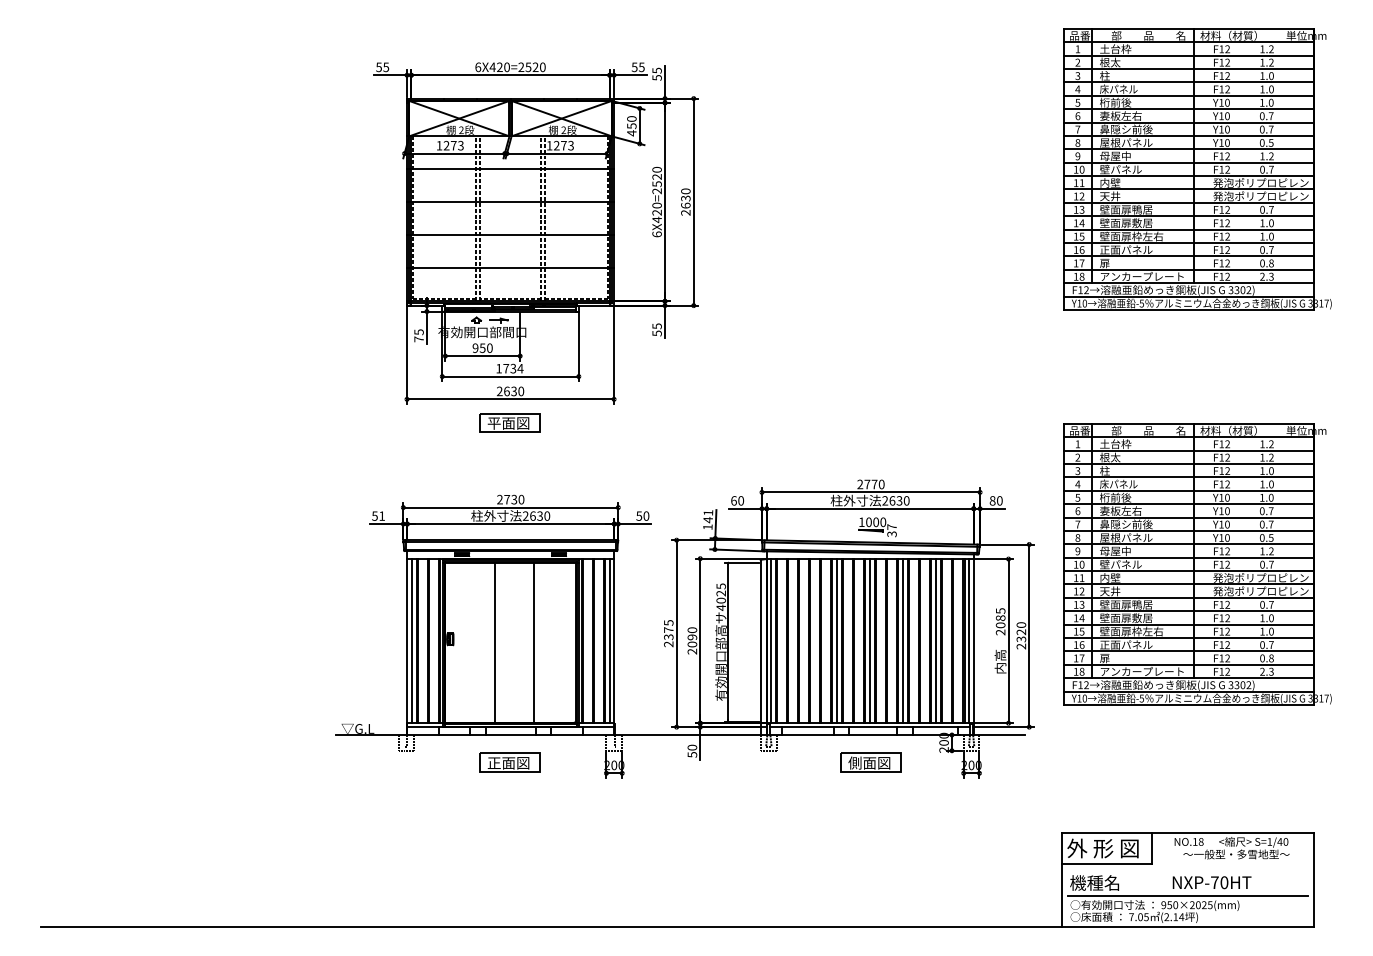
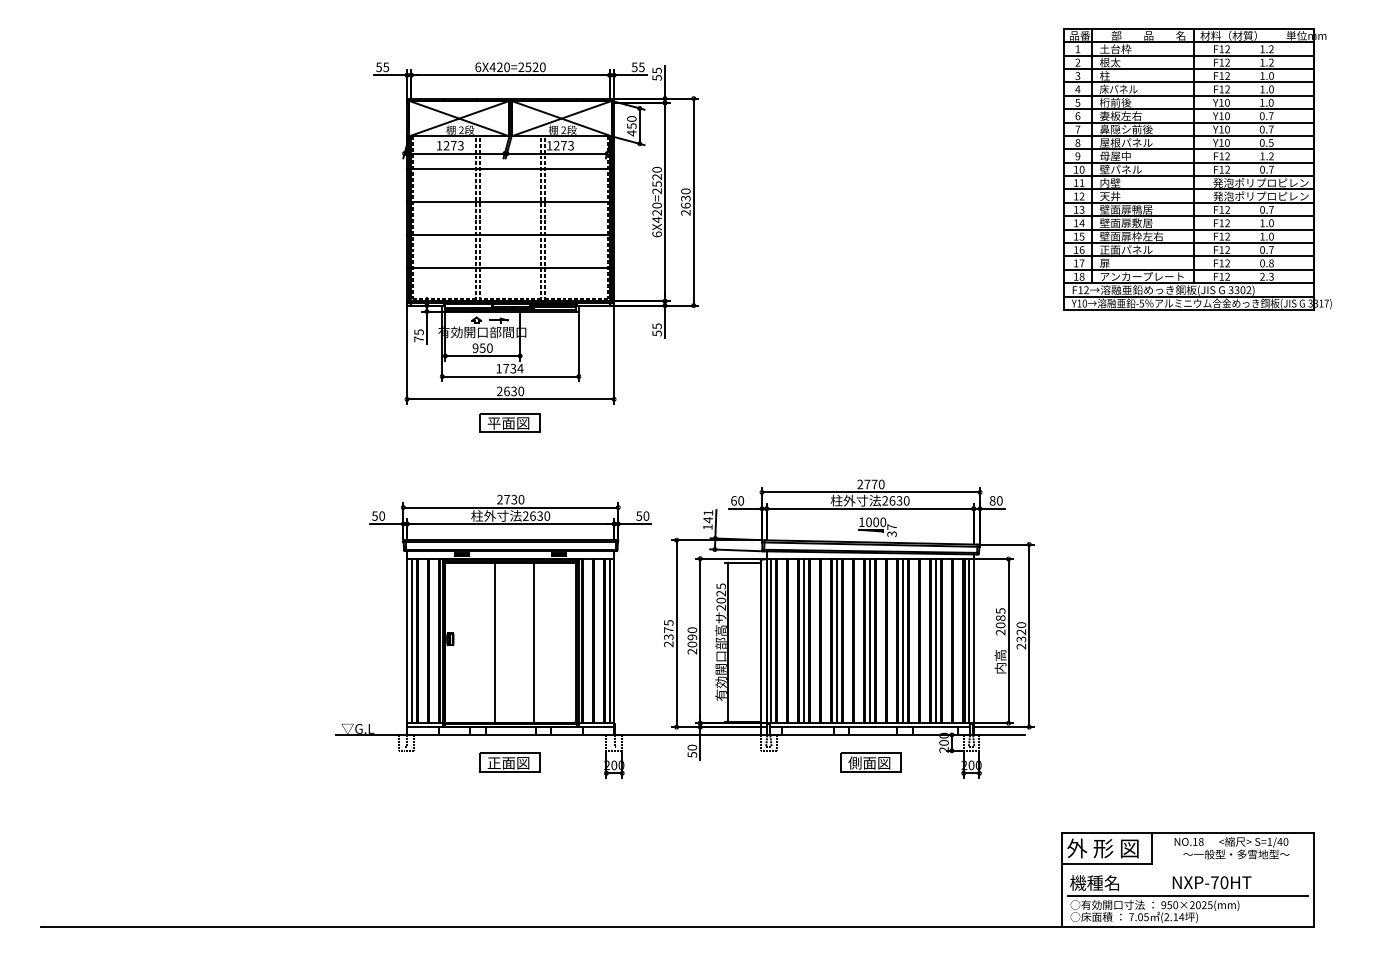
text at (382, 515): 51 -> 50
part at (1197, 564): present -> none
text at (720, 607): 4025 -> 2025
line at (804, 640): none -> present
